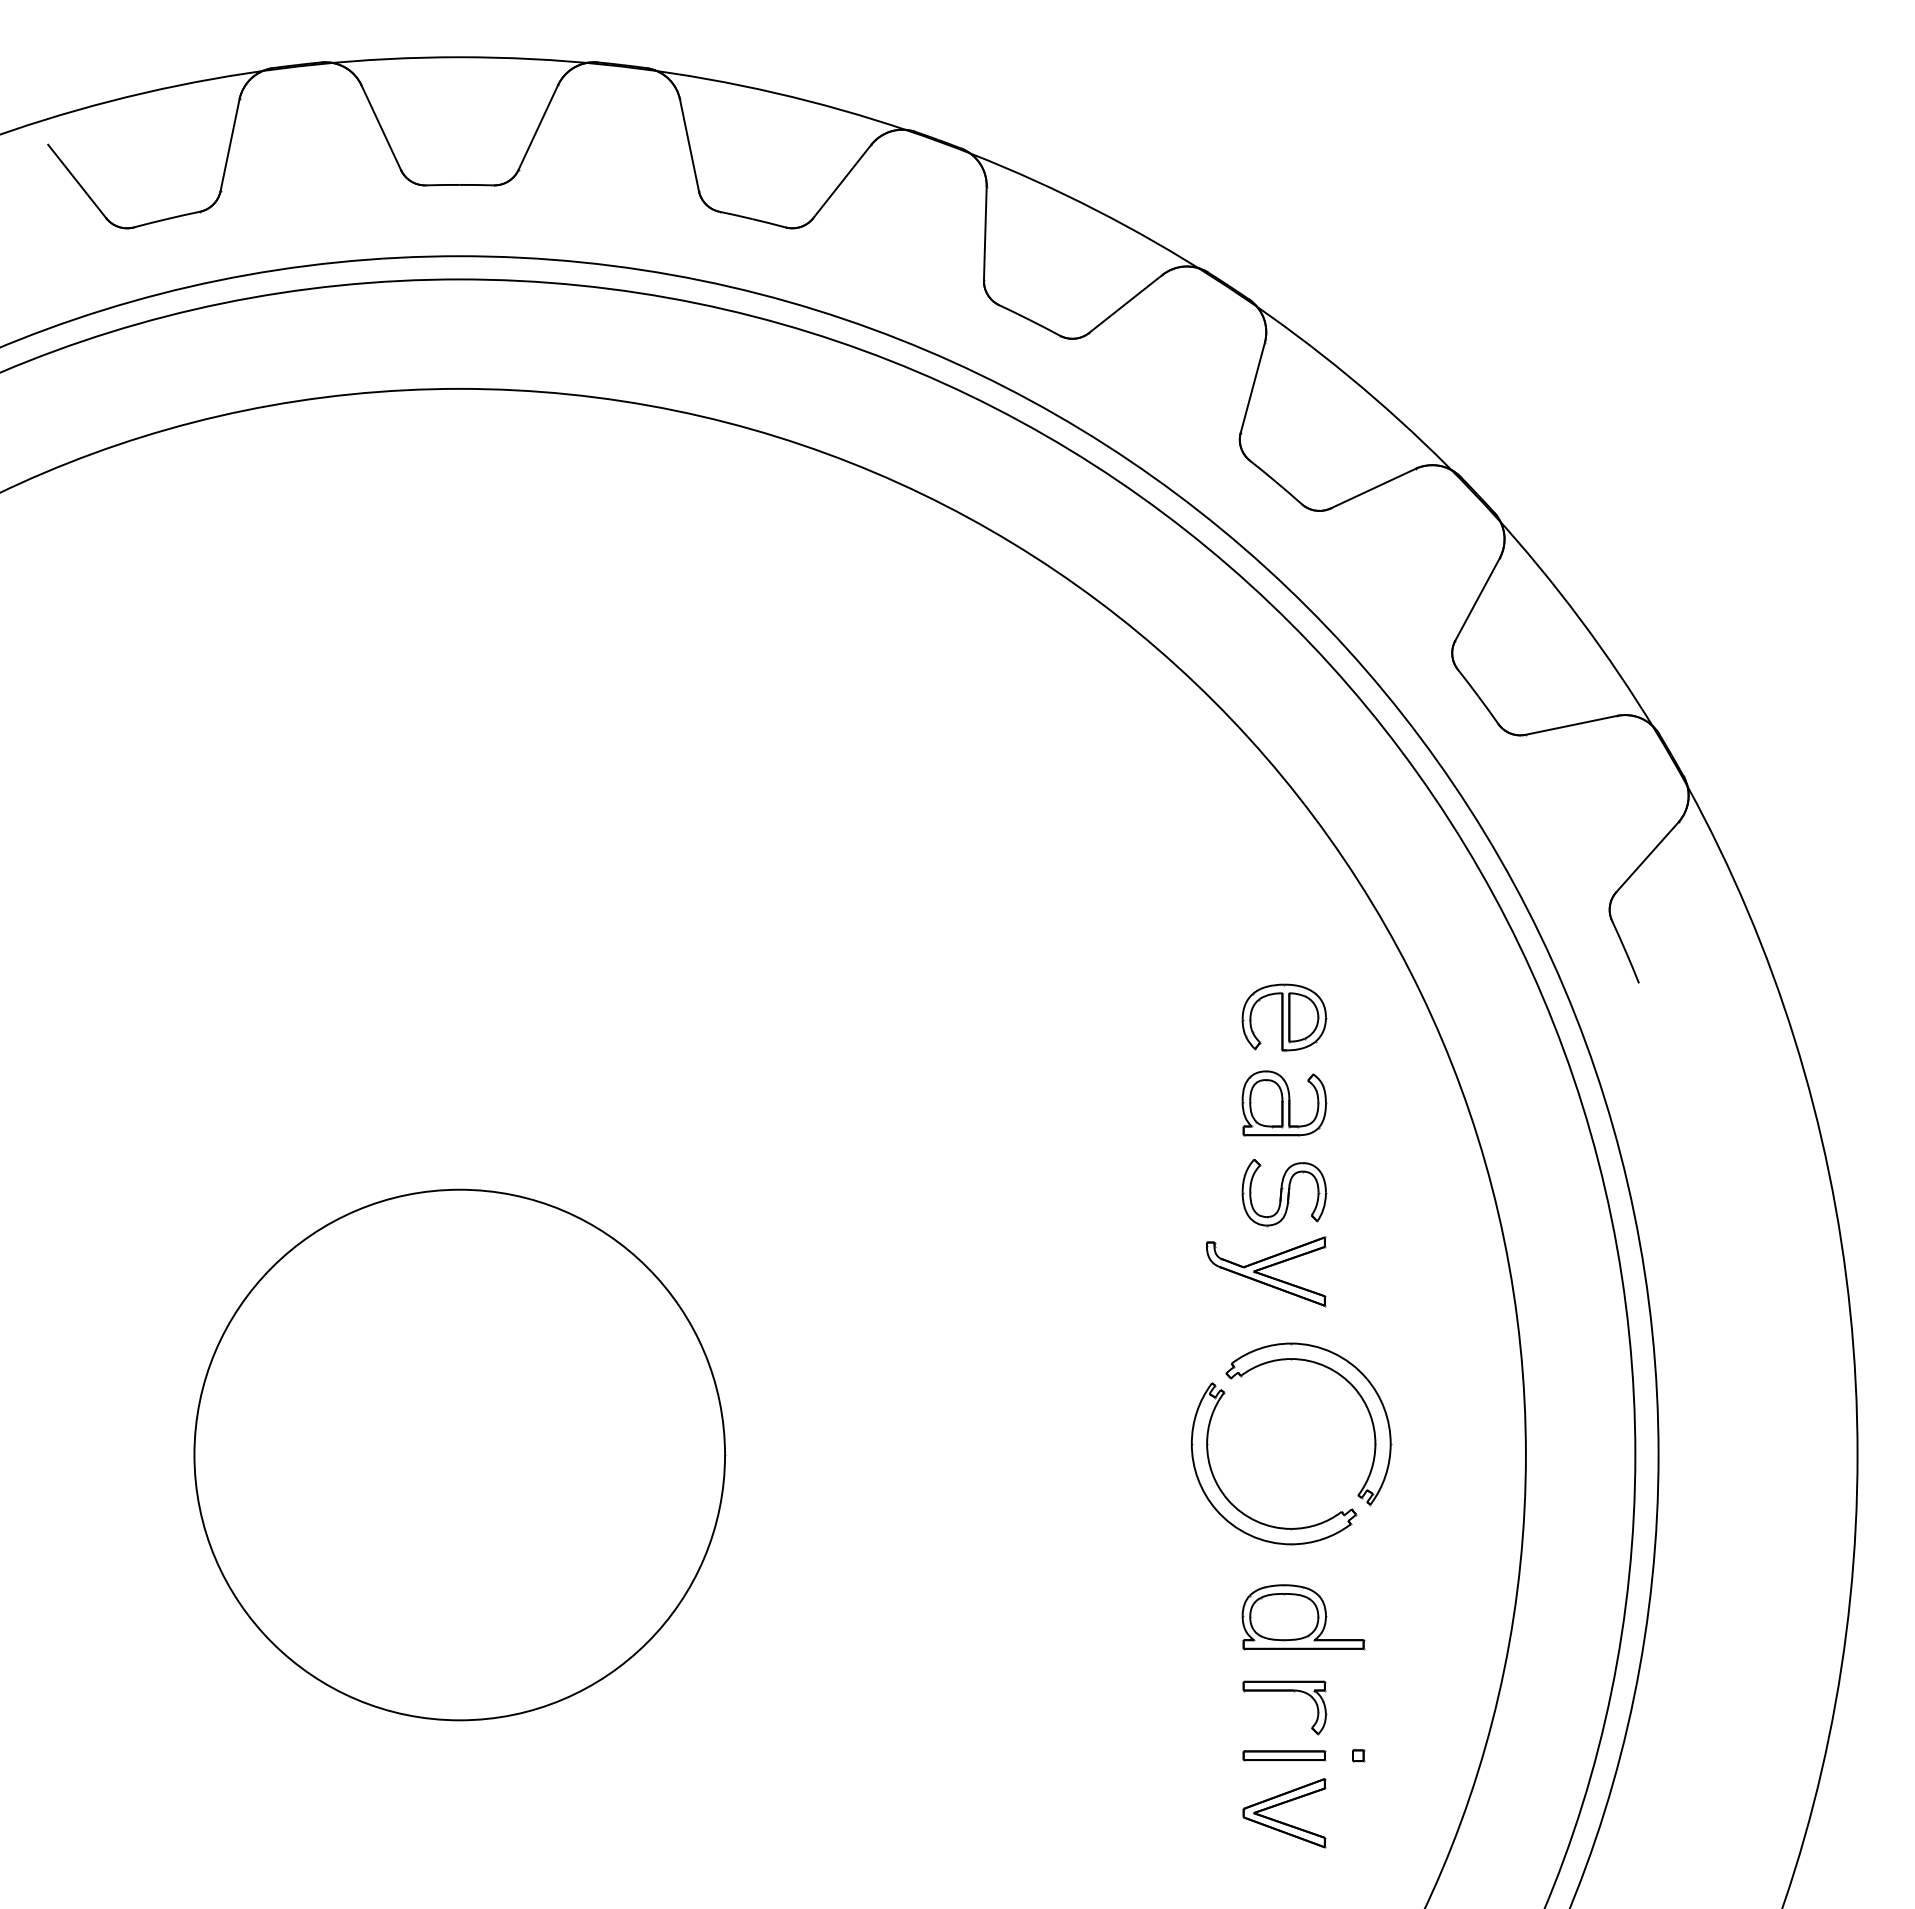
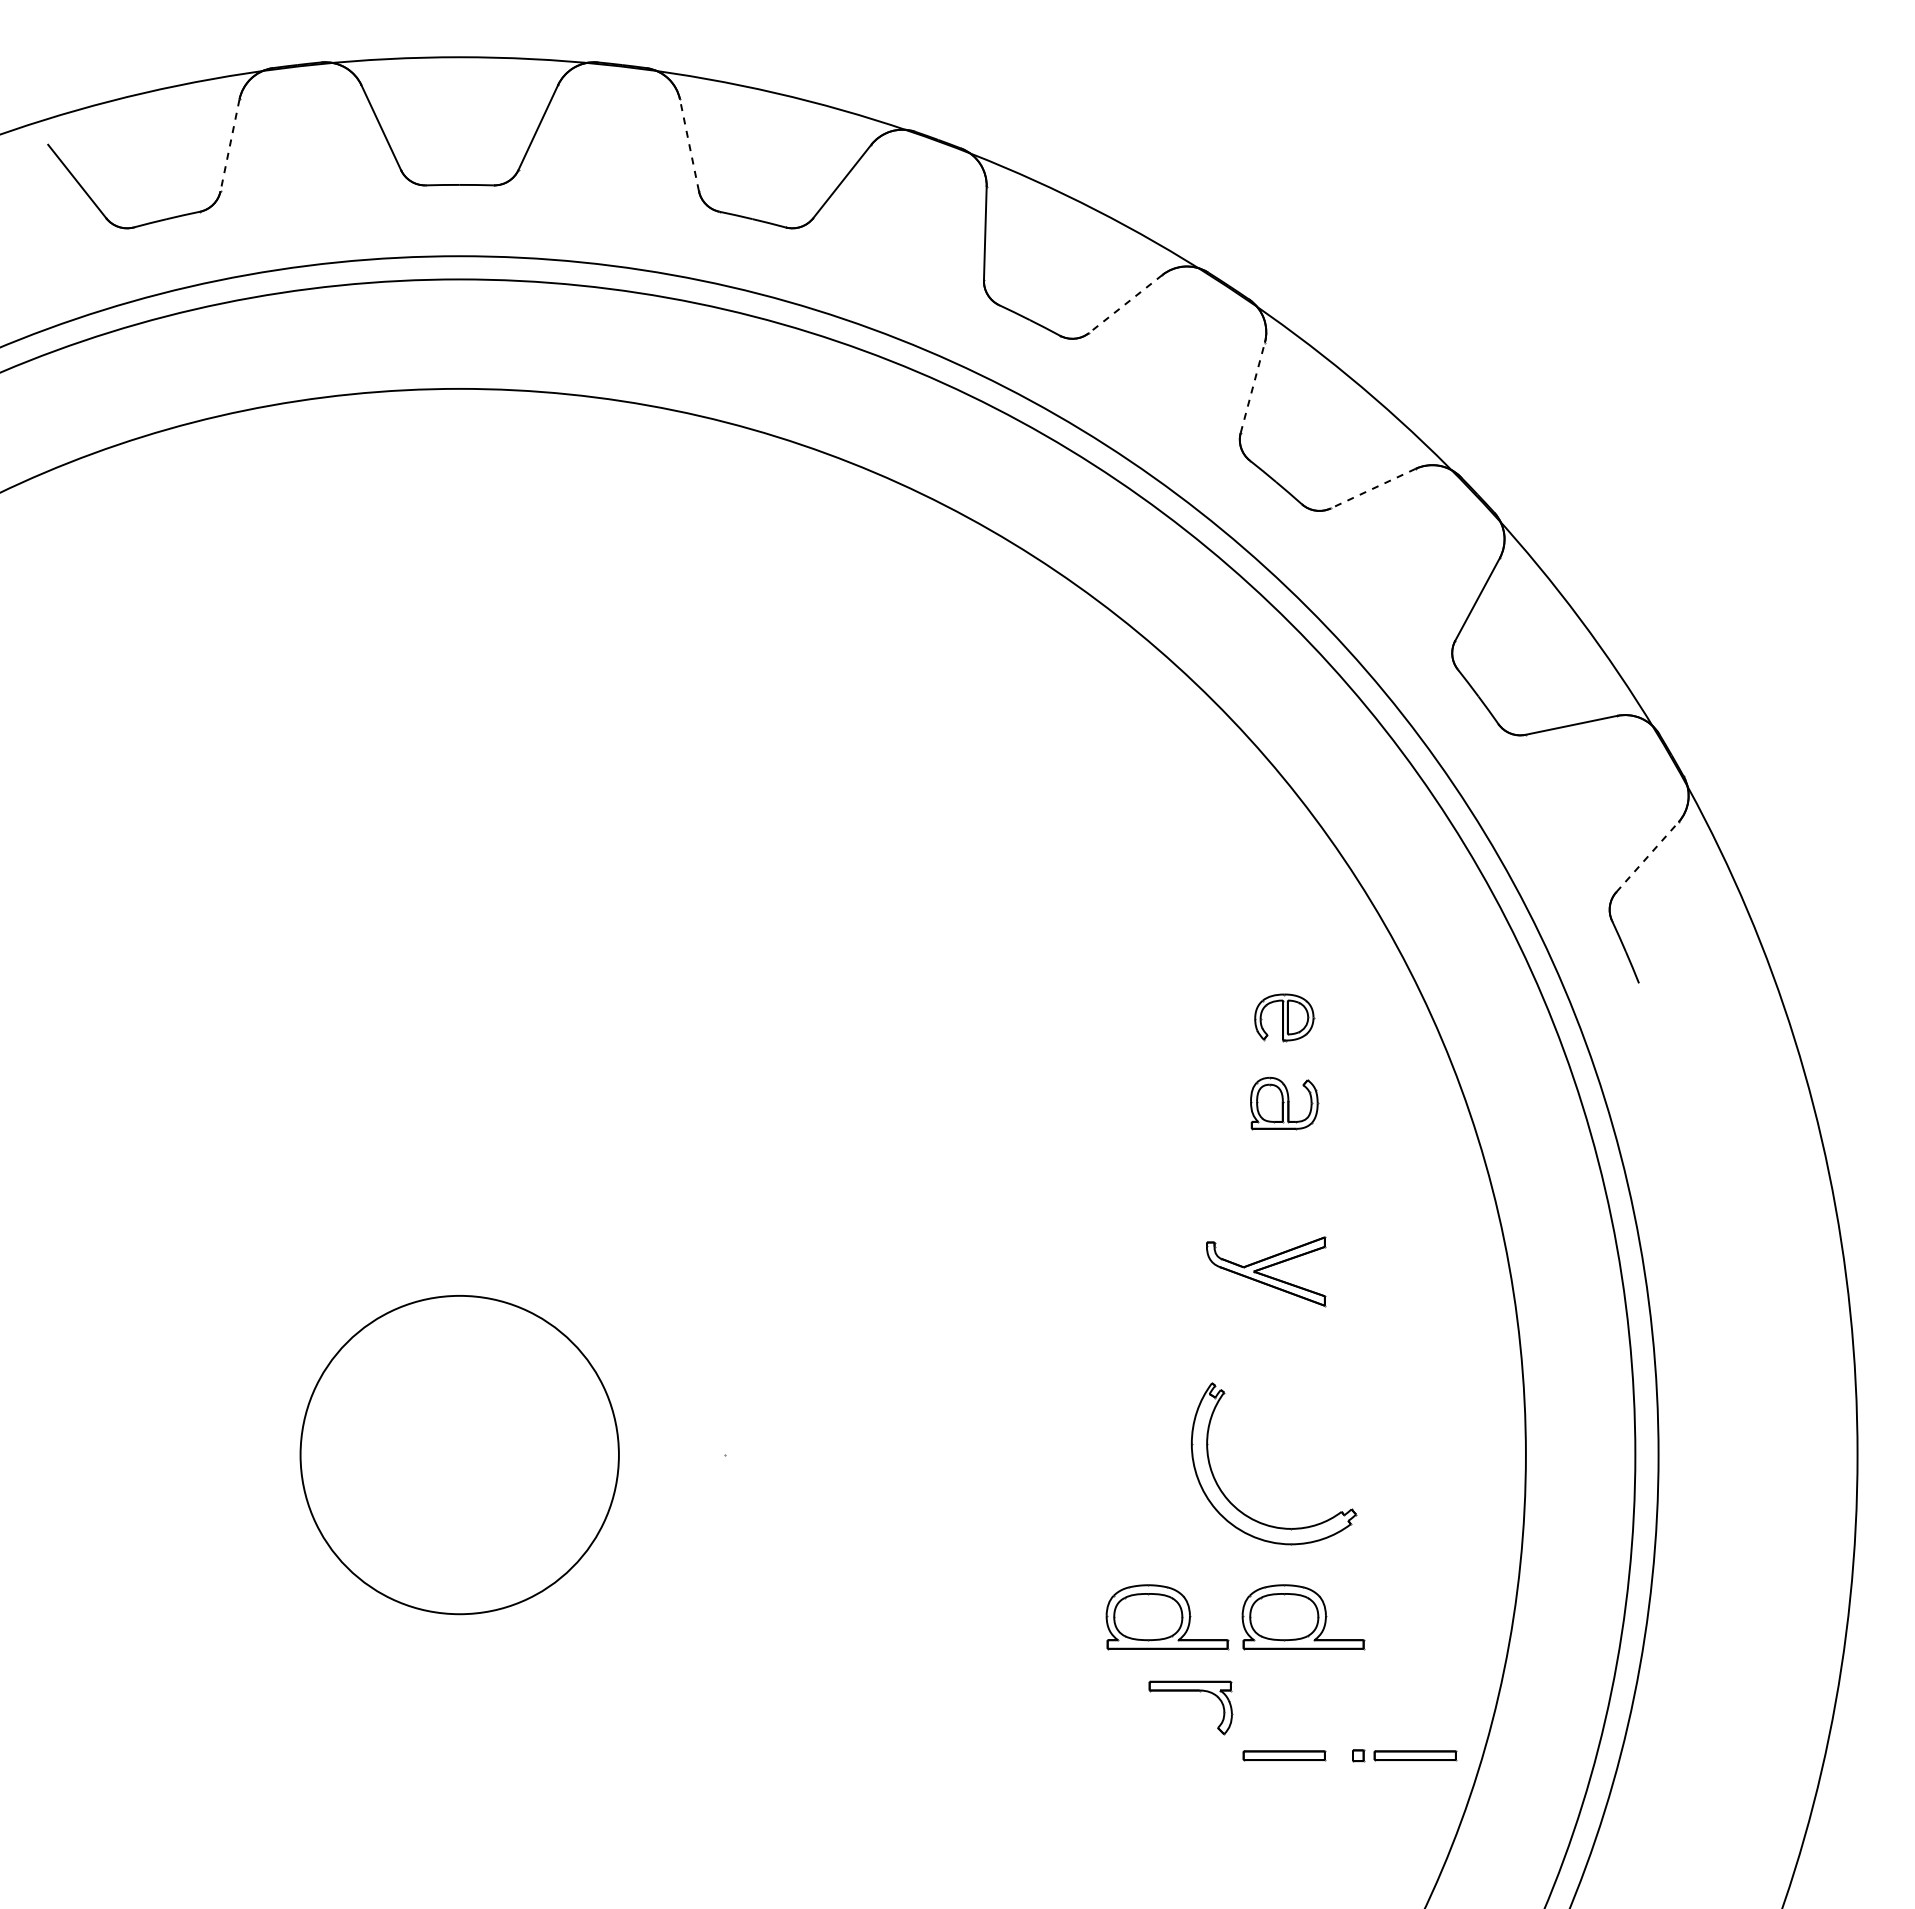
line at (230, 145): solid -> dashed
line at (689, 145): solid -> dashed
line at (1125, 304): solid -> dashed
line at (1252, 387): solid -> dashed
line at (1373, 488): solid -> dashed
line at (1647, 857): solid -> dashed
part at (1284, 1017) size: 87x69 px -> 62x50 px
part at (1284, 1103) size: 87x67 px -> 70x55 px
part at (1284, 1193): present -> none
part at (1348, 1383): present -> none
circle at (459, 1454) diameter: 531 px -> 318 px
part at (1167, 1617): none -> present
part at (1284, 1691) position: (1284, 1691) -> (1190, 1691)
part at (1415, 1755): none -> present
part at (1281, 1821): present -> none
